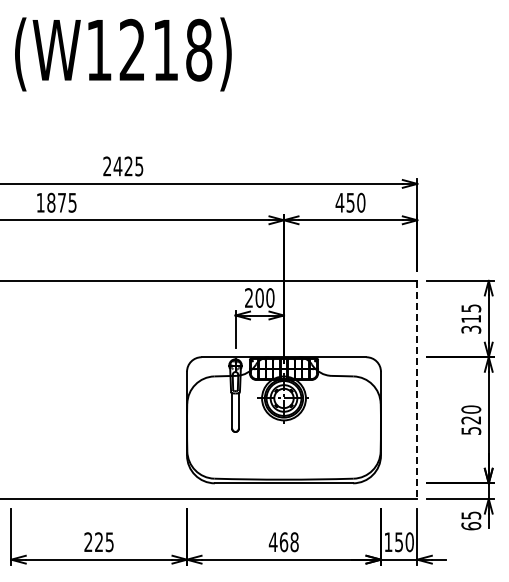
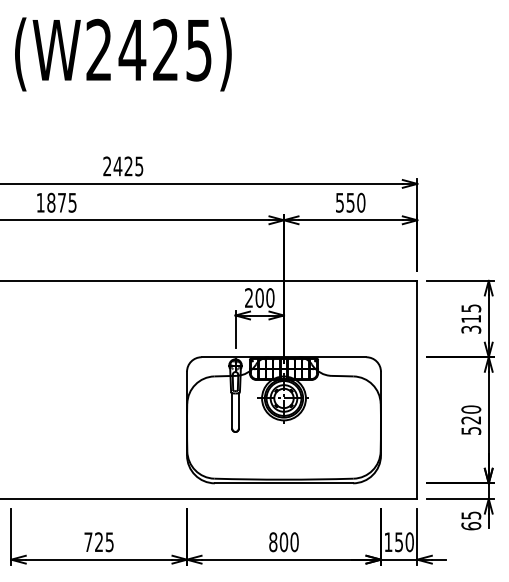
text at (149, 49): (W1218) -> (W2425)
text at (339, 202): 450 -> 550
line at (417, 390): dashed -> solid
text at (88, 541): 225 -> 725
text at (283, 542): 468 -> 800
